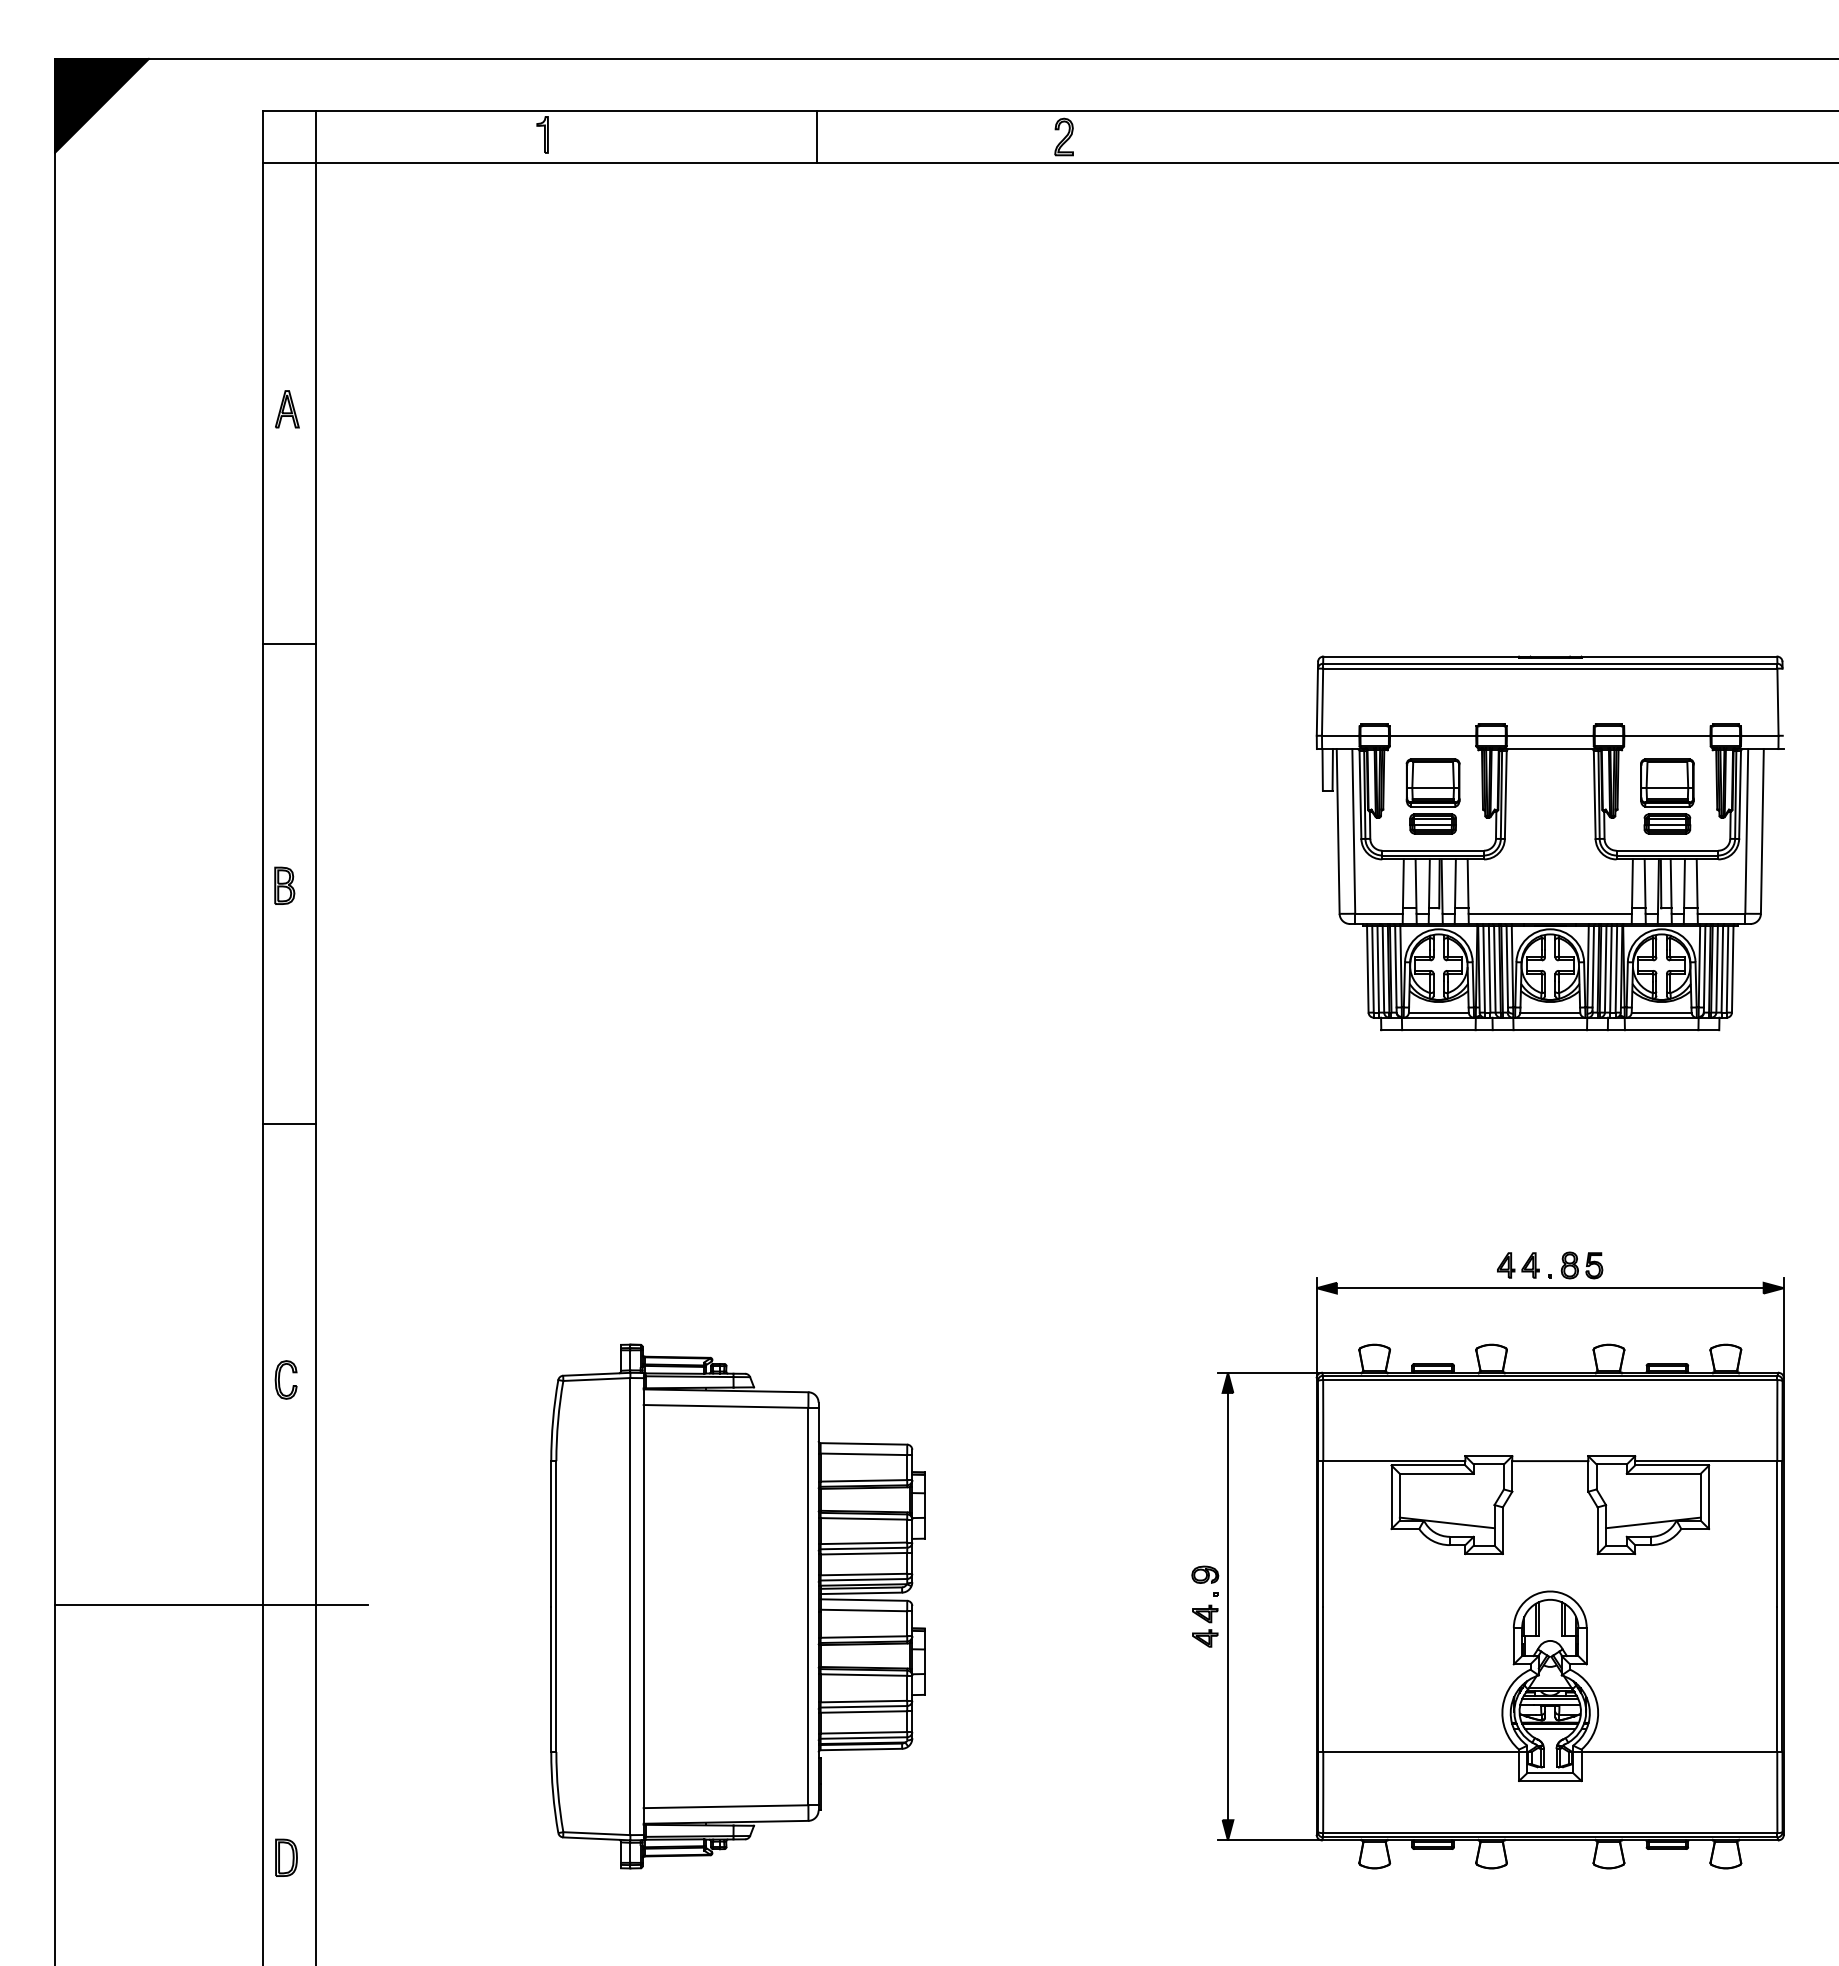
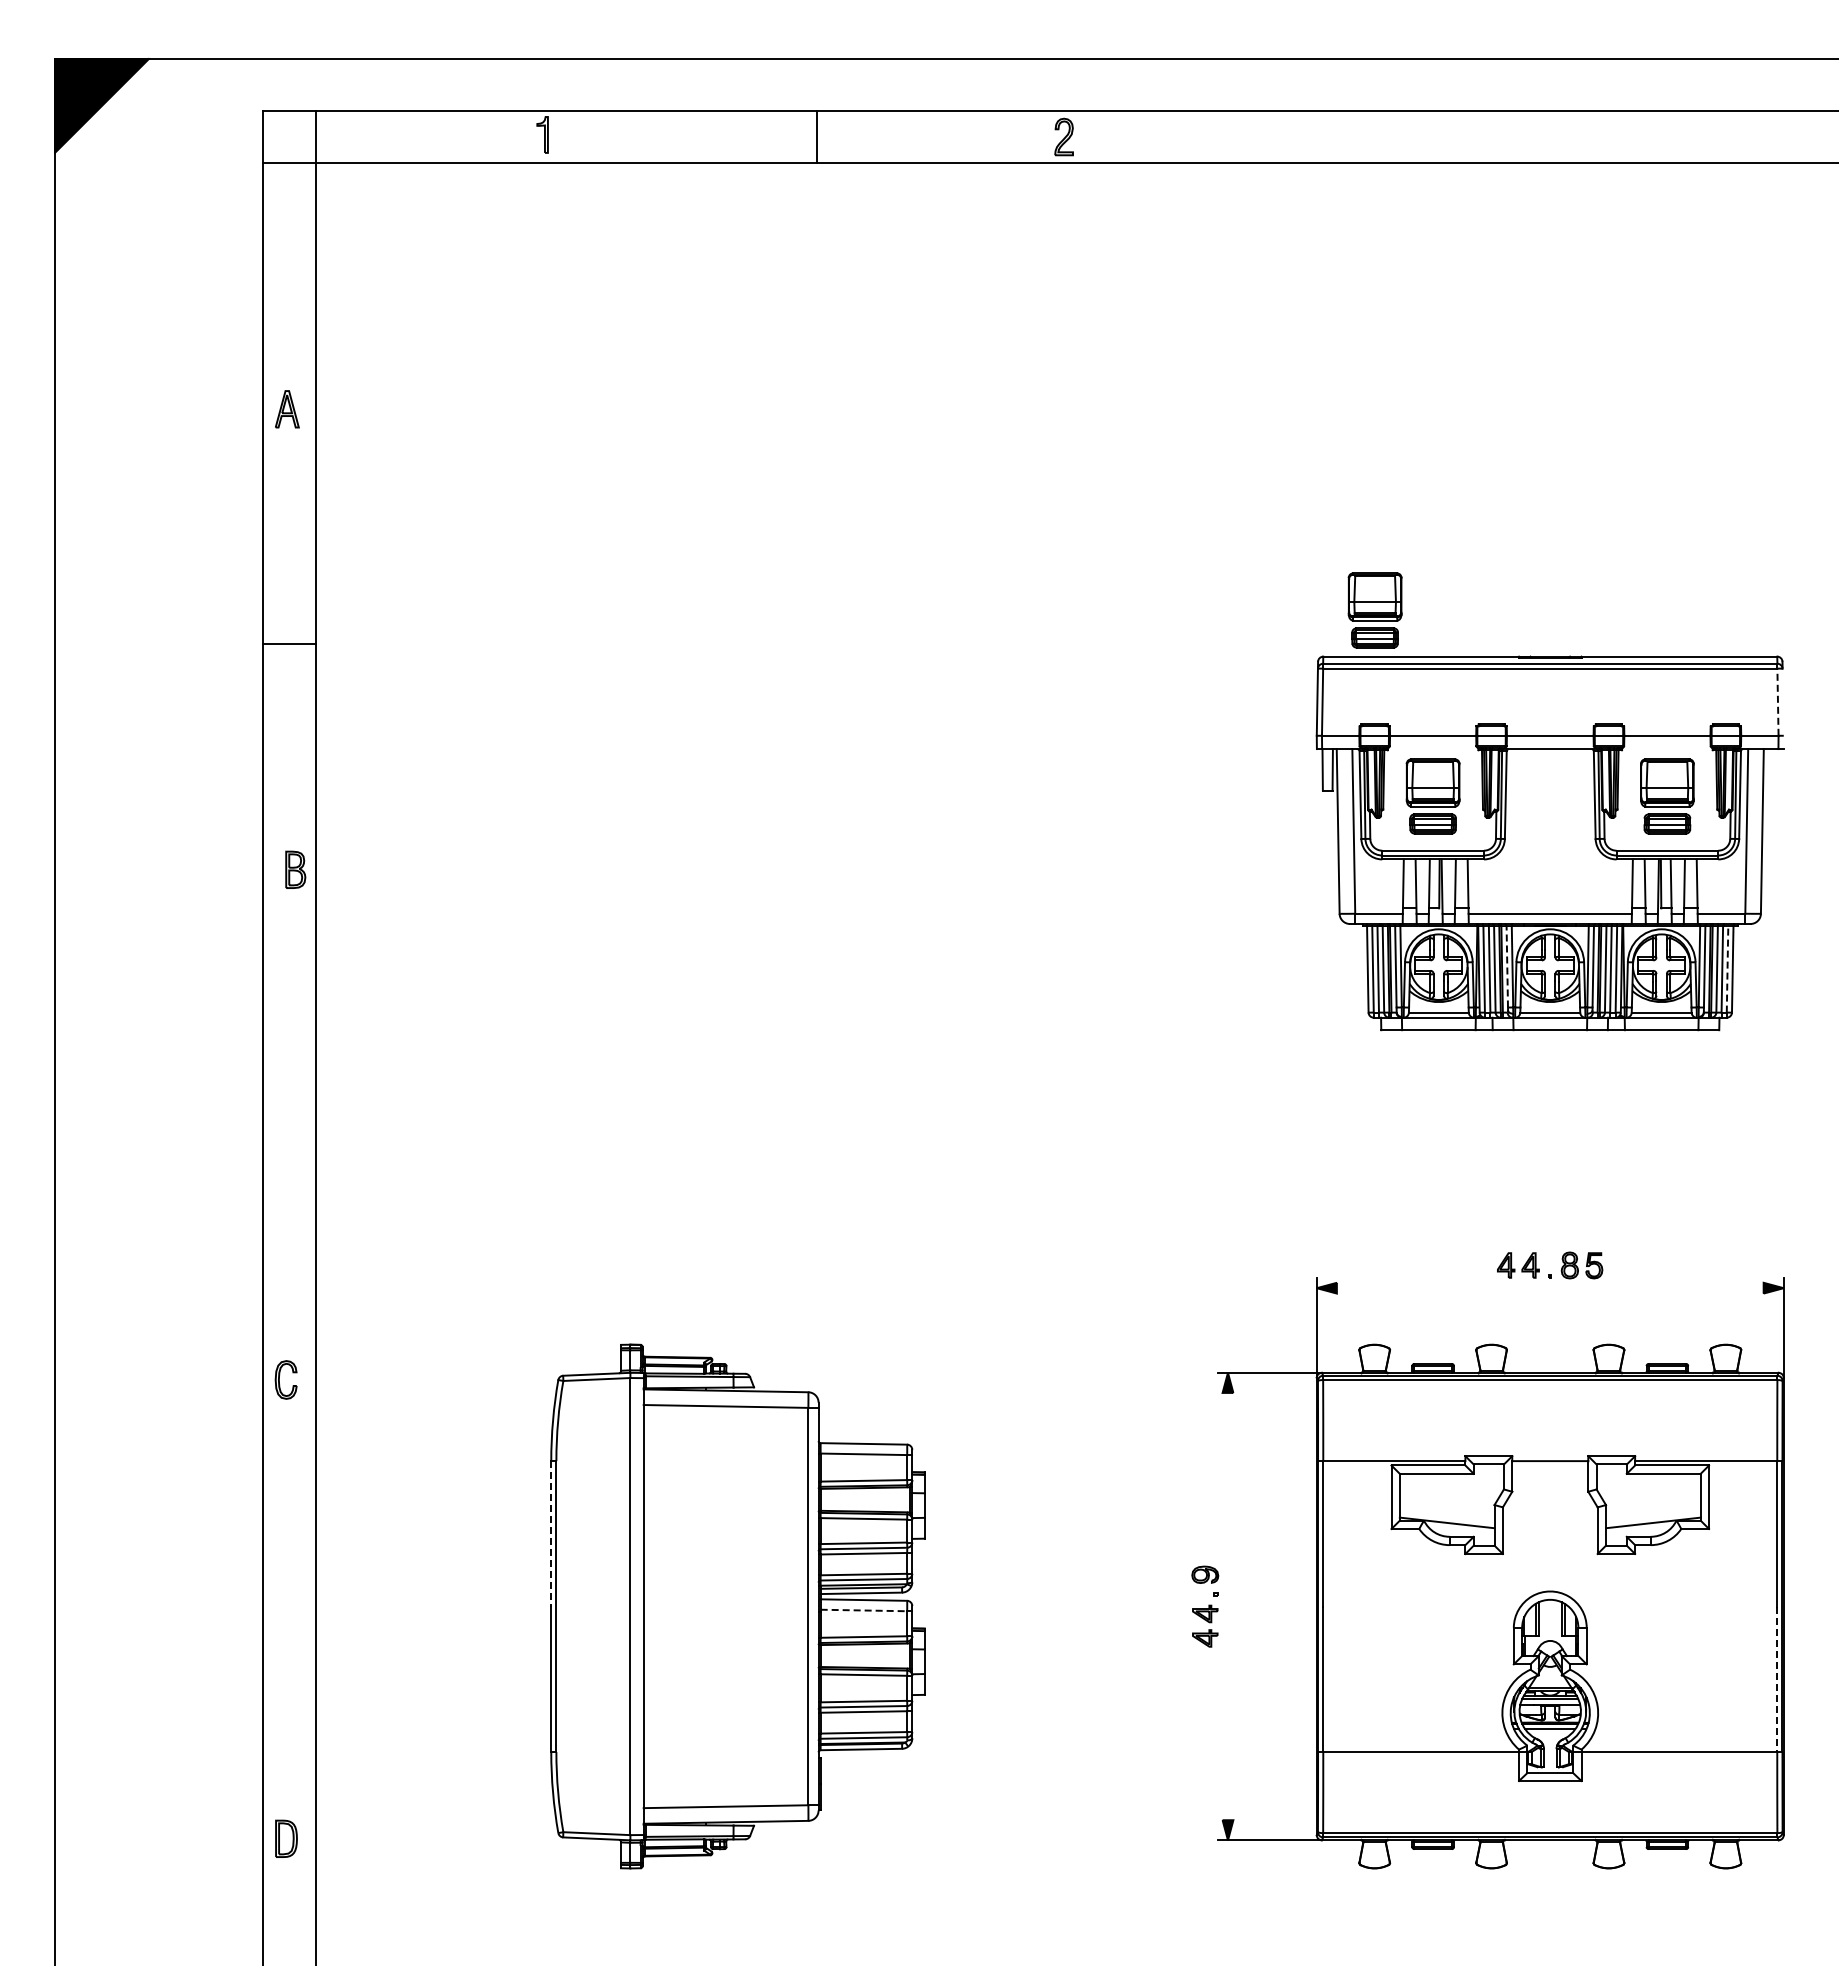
part at (1374, 610): none -> present
line at (1777, 702): solid -> dashed
part at (284, 885) position: (284, 885) -> (295, 869)
line at (1507, 966): solid -> dashed
line at (1727, 968): solid -> dashed
line at (289, 1124): present -> none
line at (1549, 1288): present -> none
line at (551, 1533): solid -> dashed
line at (211, 1605): present -> none
line at (1227, 1606): present -> none
line at (864, 1610): solid -> dashed
line at (1777, 1679): solid -> dashed
part at (286, 1857) position: (286, 1857) -> (286, 1838)
